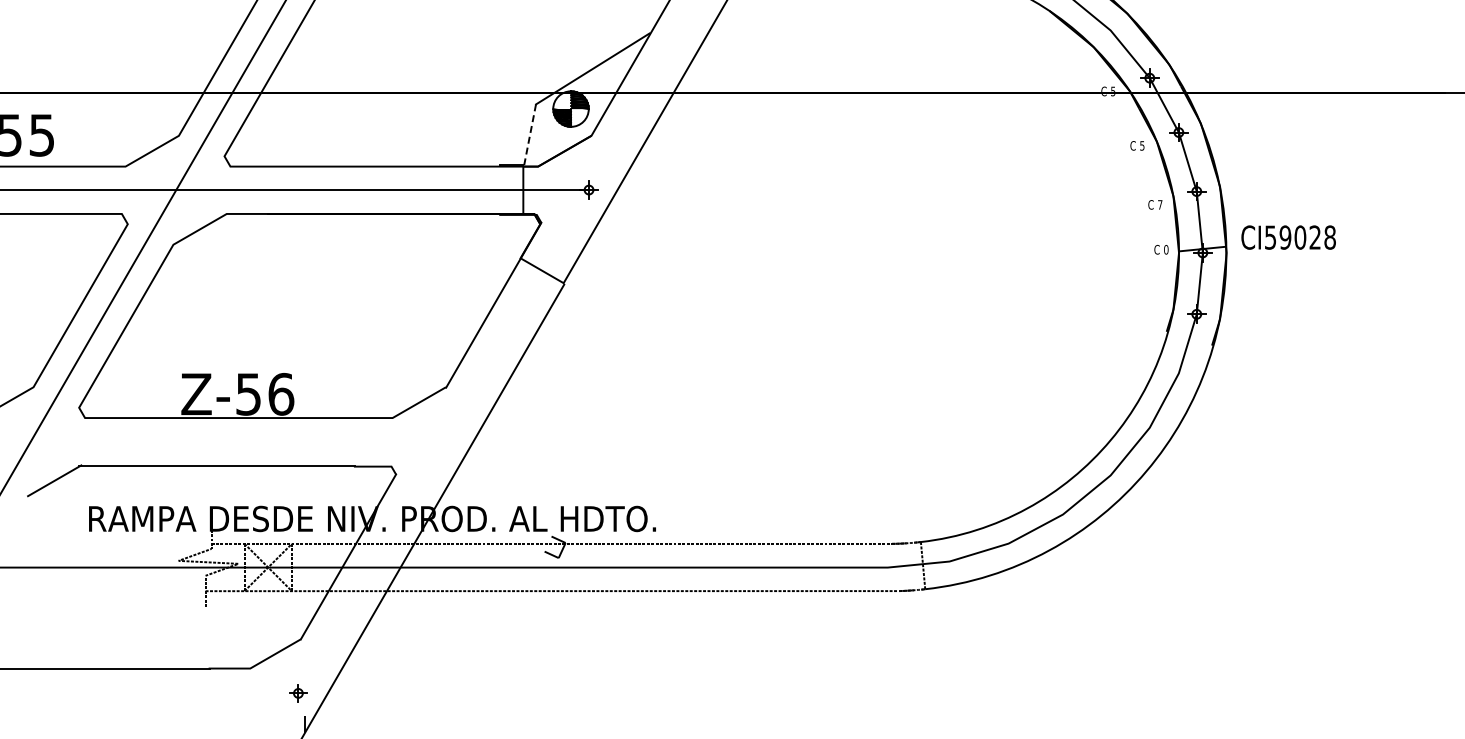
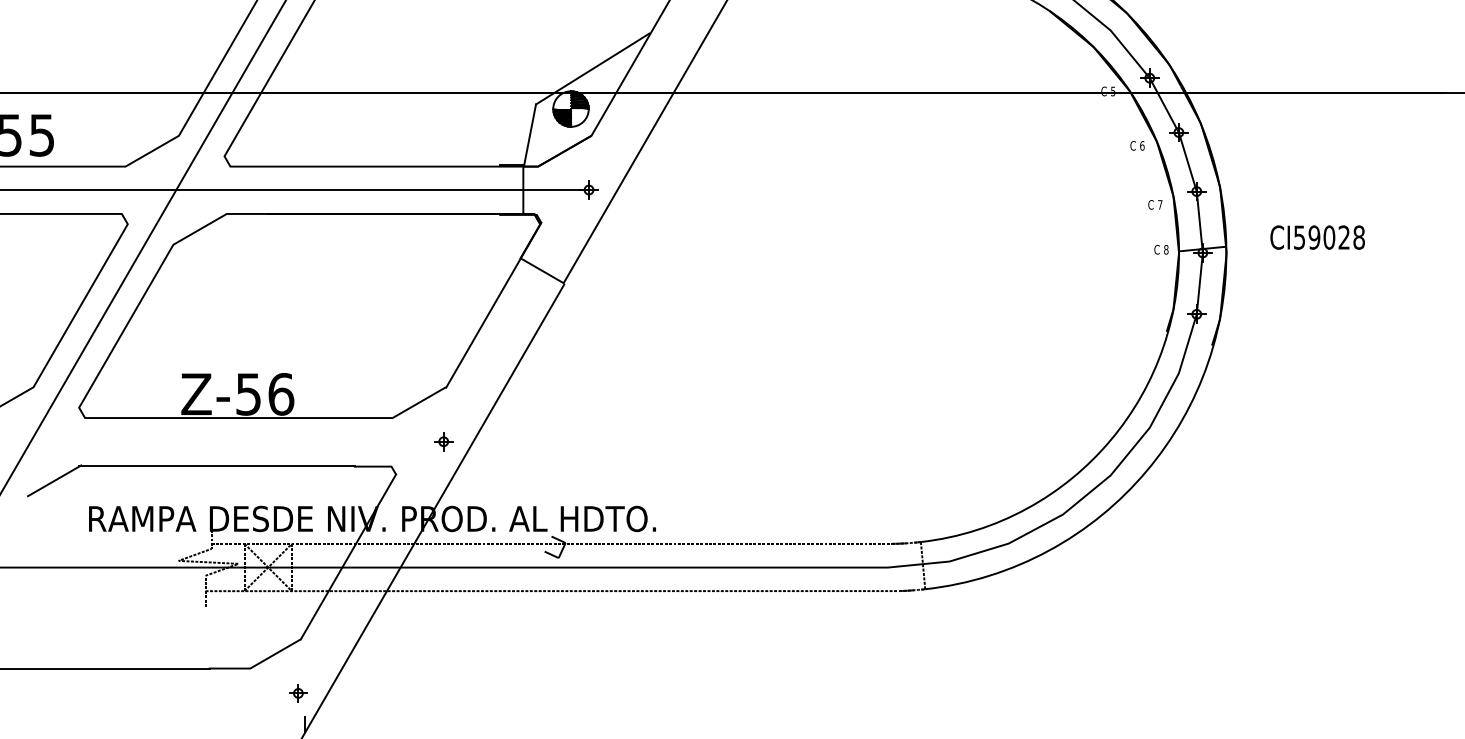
line at (530, 134): dashed -> solid
text at (1142, 145): 5 -> 6
text at (1288, 237) position: (1288, 237) -> (1317, 237)
text at (1166, 249): 0 -> 8
part at (443, 441): none -> present
